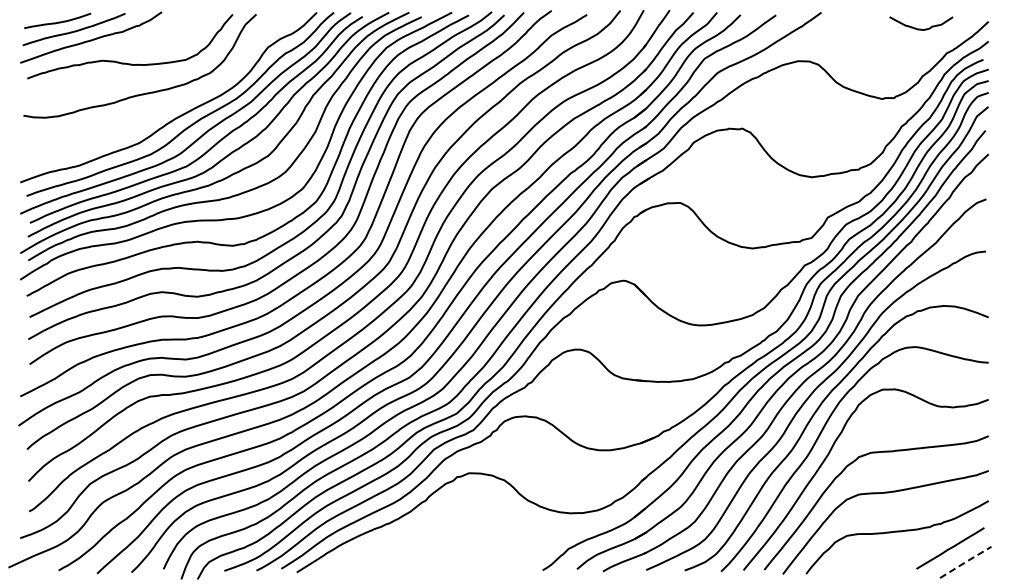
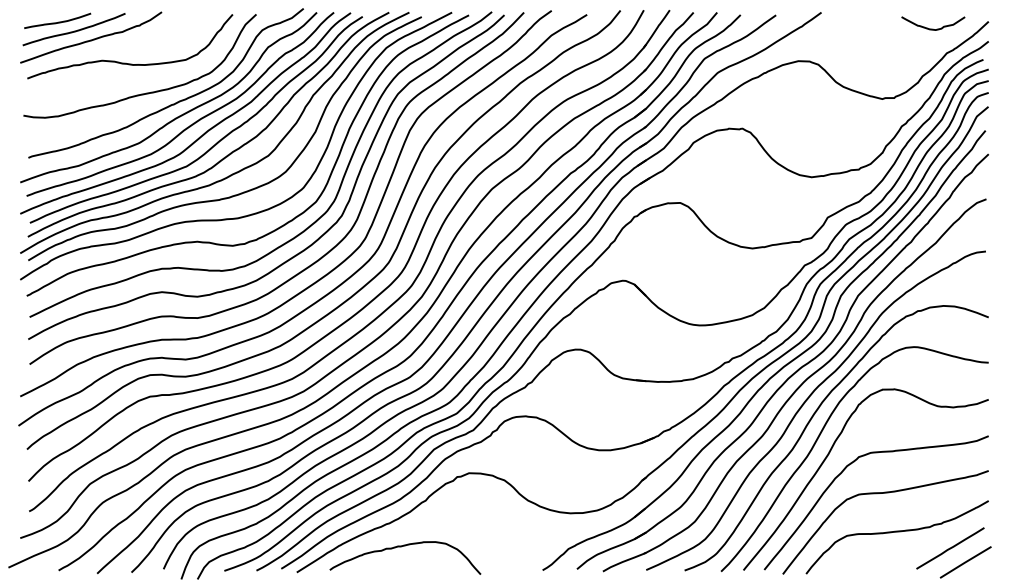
curve at (921, 28) position: (921, 28) -> (933, 28)
curve at (172, 103): none -> present
curve at (401, 547): none -> present
line at (965, 562): dashed -> solid
